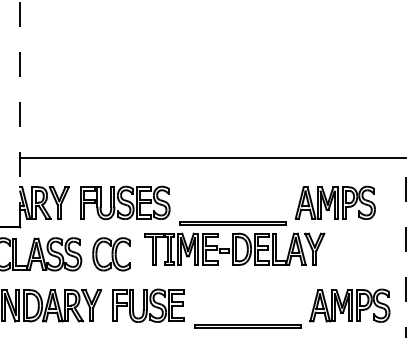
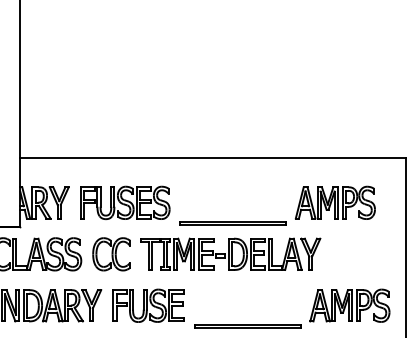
line at (20, 113): dashed -> solid
line at (405, 247): dashed -> solid
part at (234, 248) position: (234, 248) -> (230, 253)
